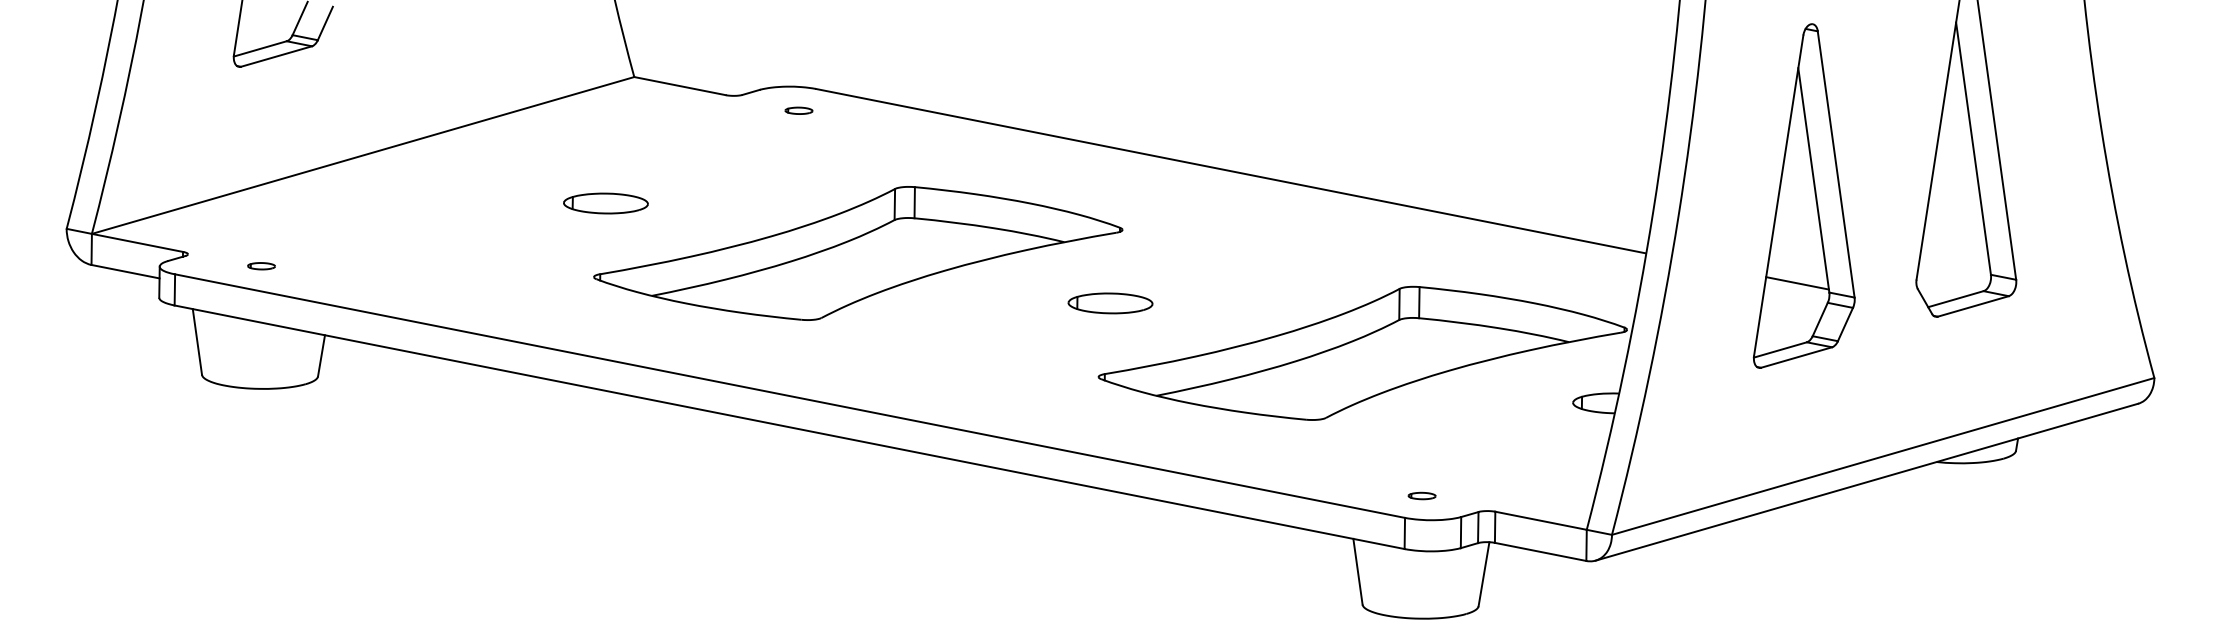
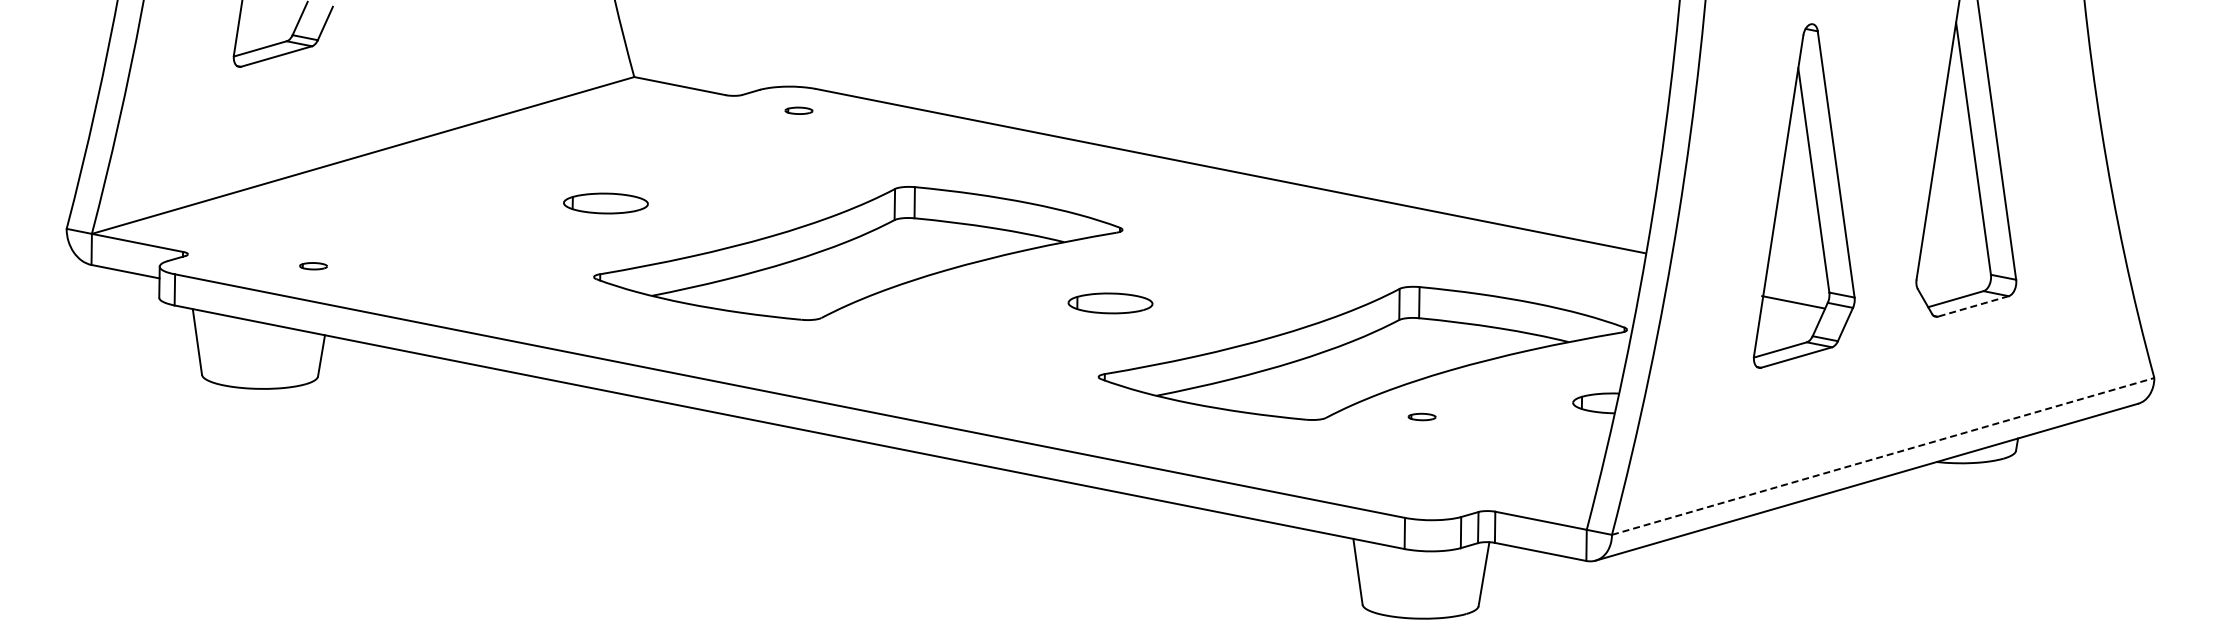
part at (261, 266) position: (261, 266) -> (313, 266)
line at (1797, 283) position: (1797, 283) -> (1793, 302)
line at (1973, 306): solid -> dashed
line at (1883, 456): solid -> dashed
part at (1421, 495) position: (1421, 495) -> (1421, 416)
